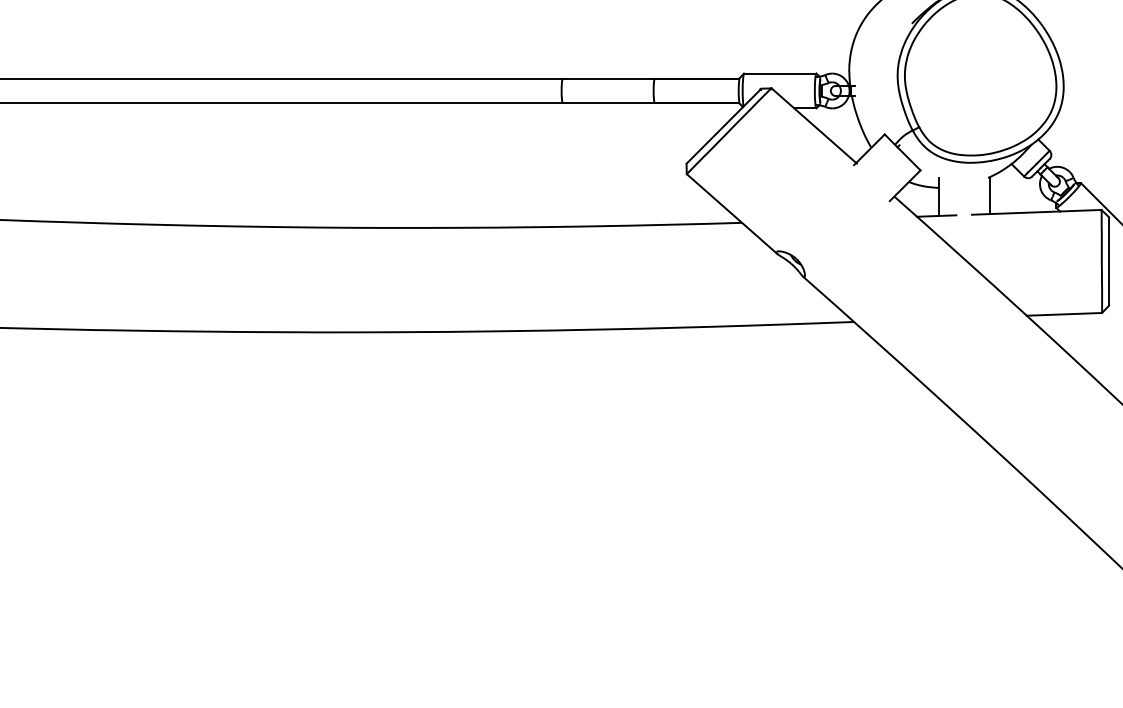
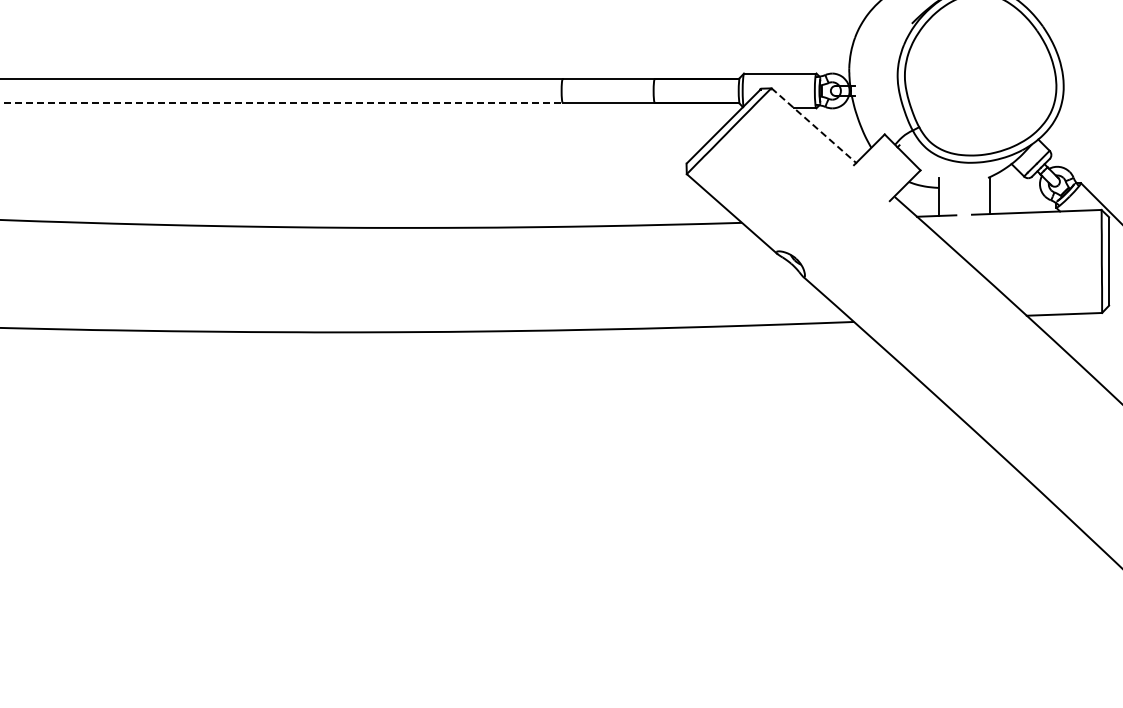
line at (281, 102): solid -> dashed
line at (814, 125): solid -> dashed
